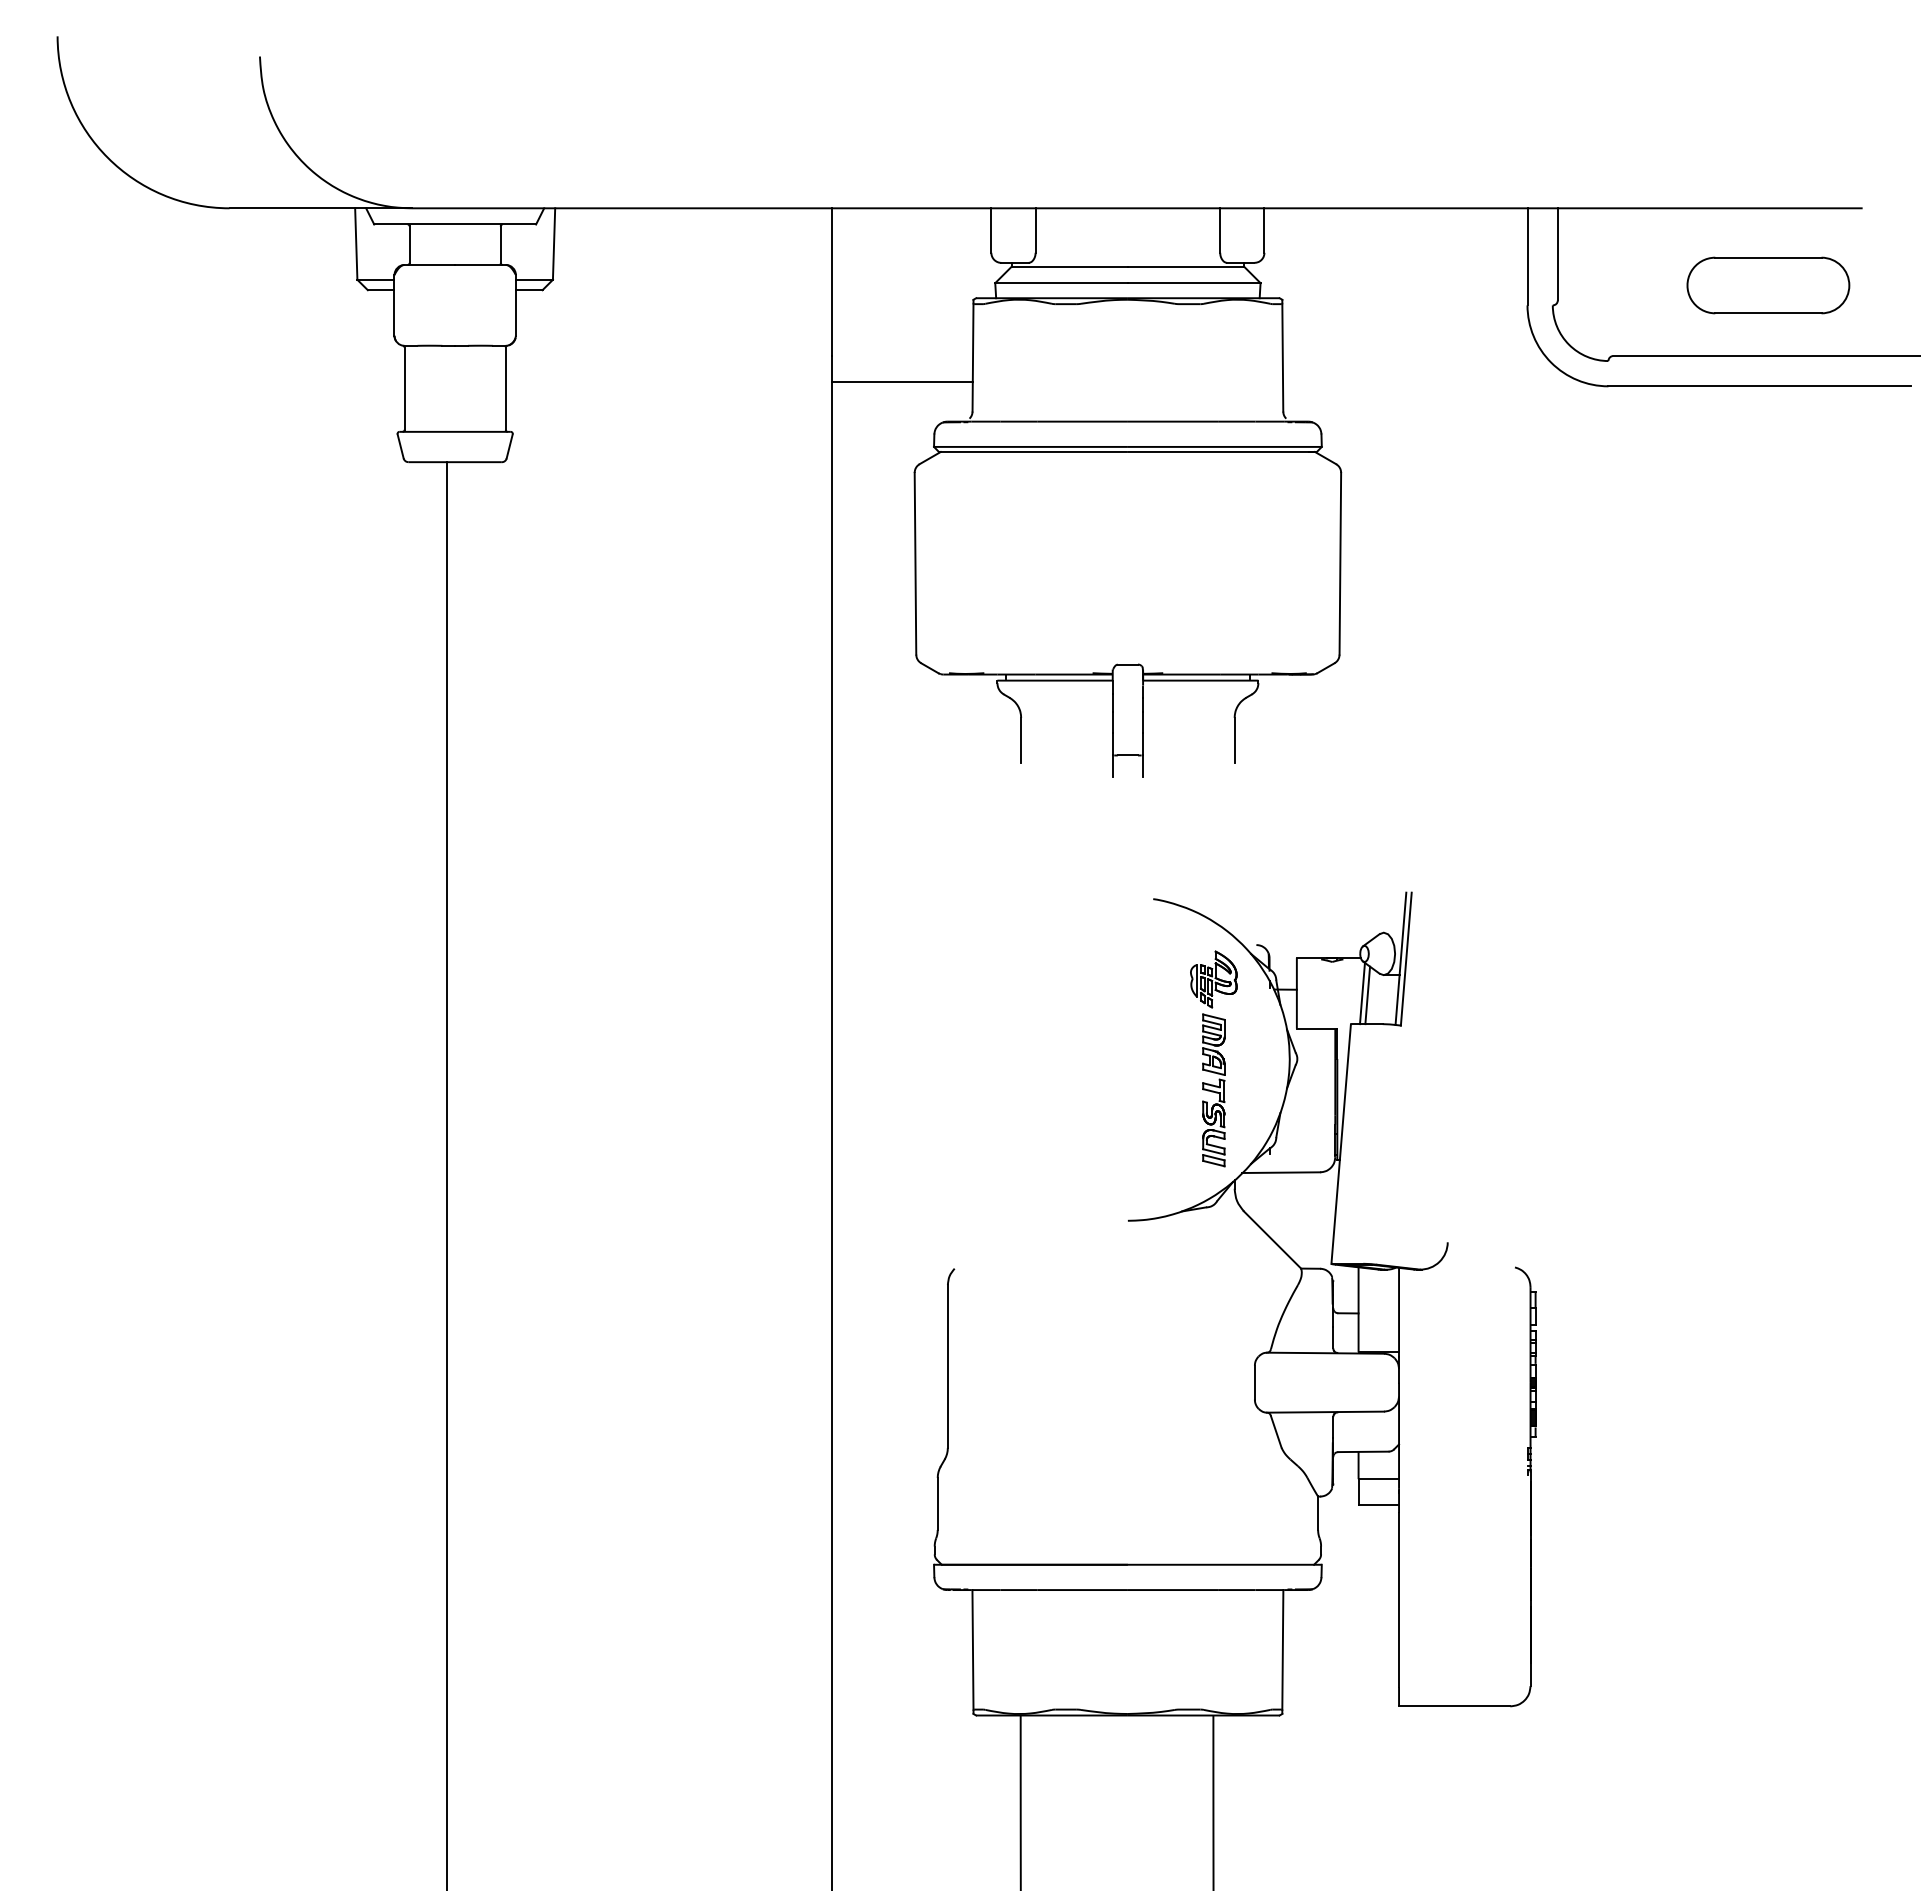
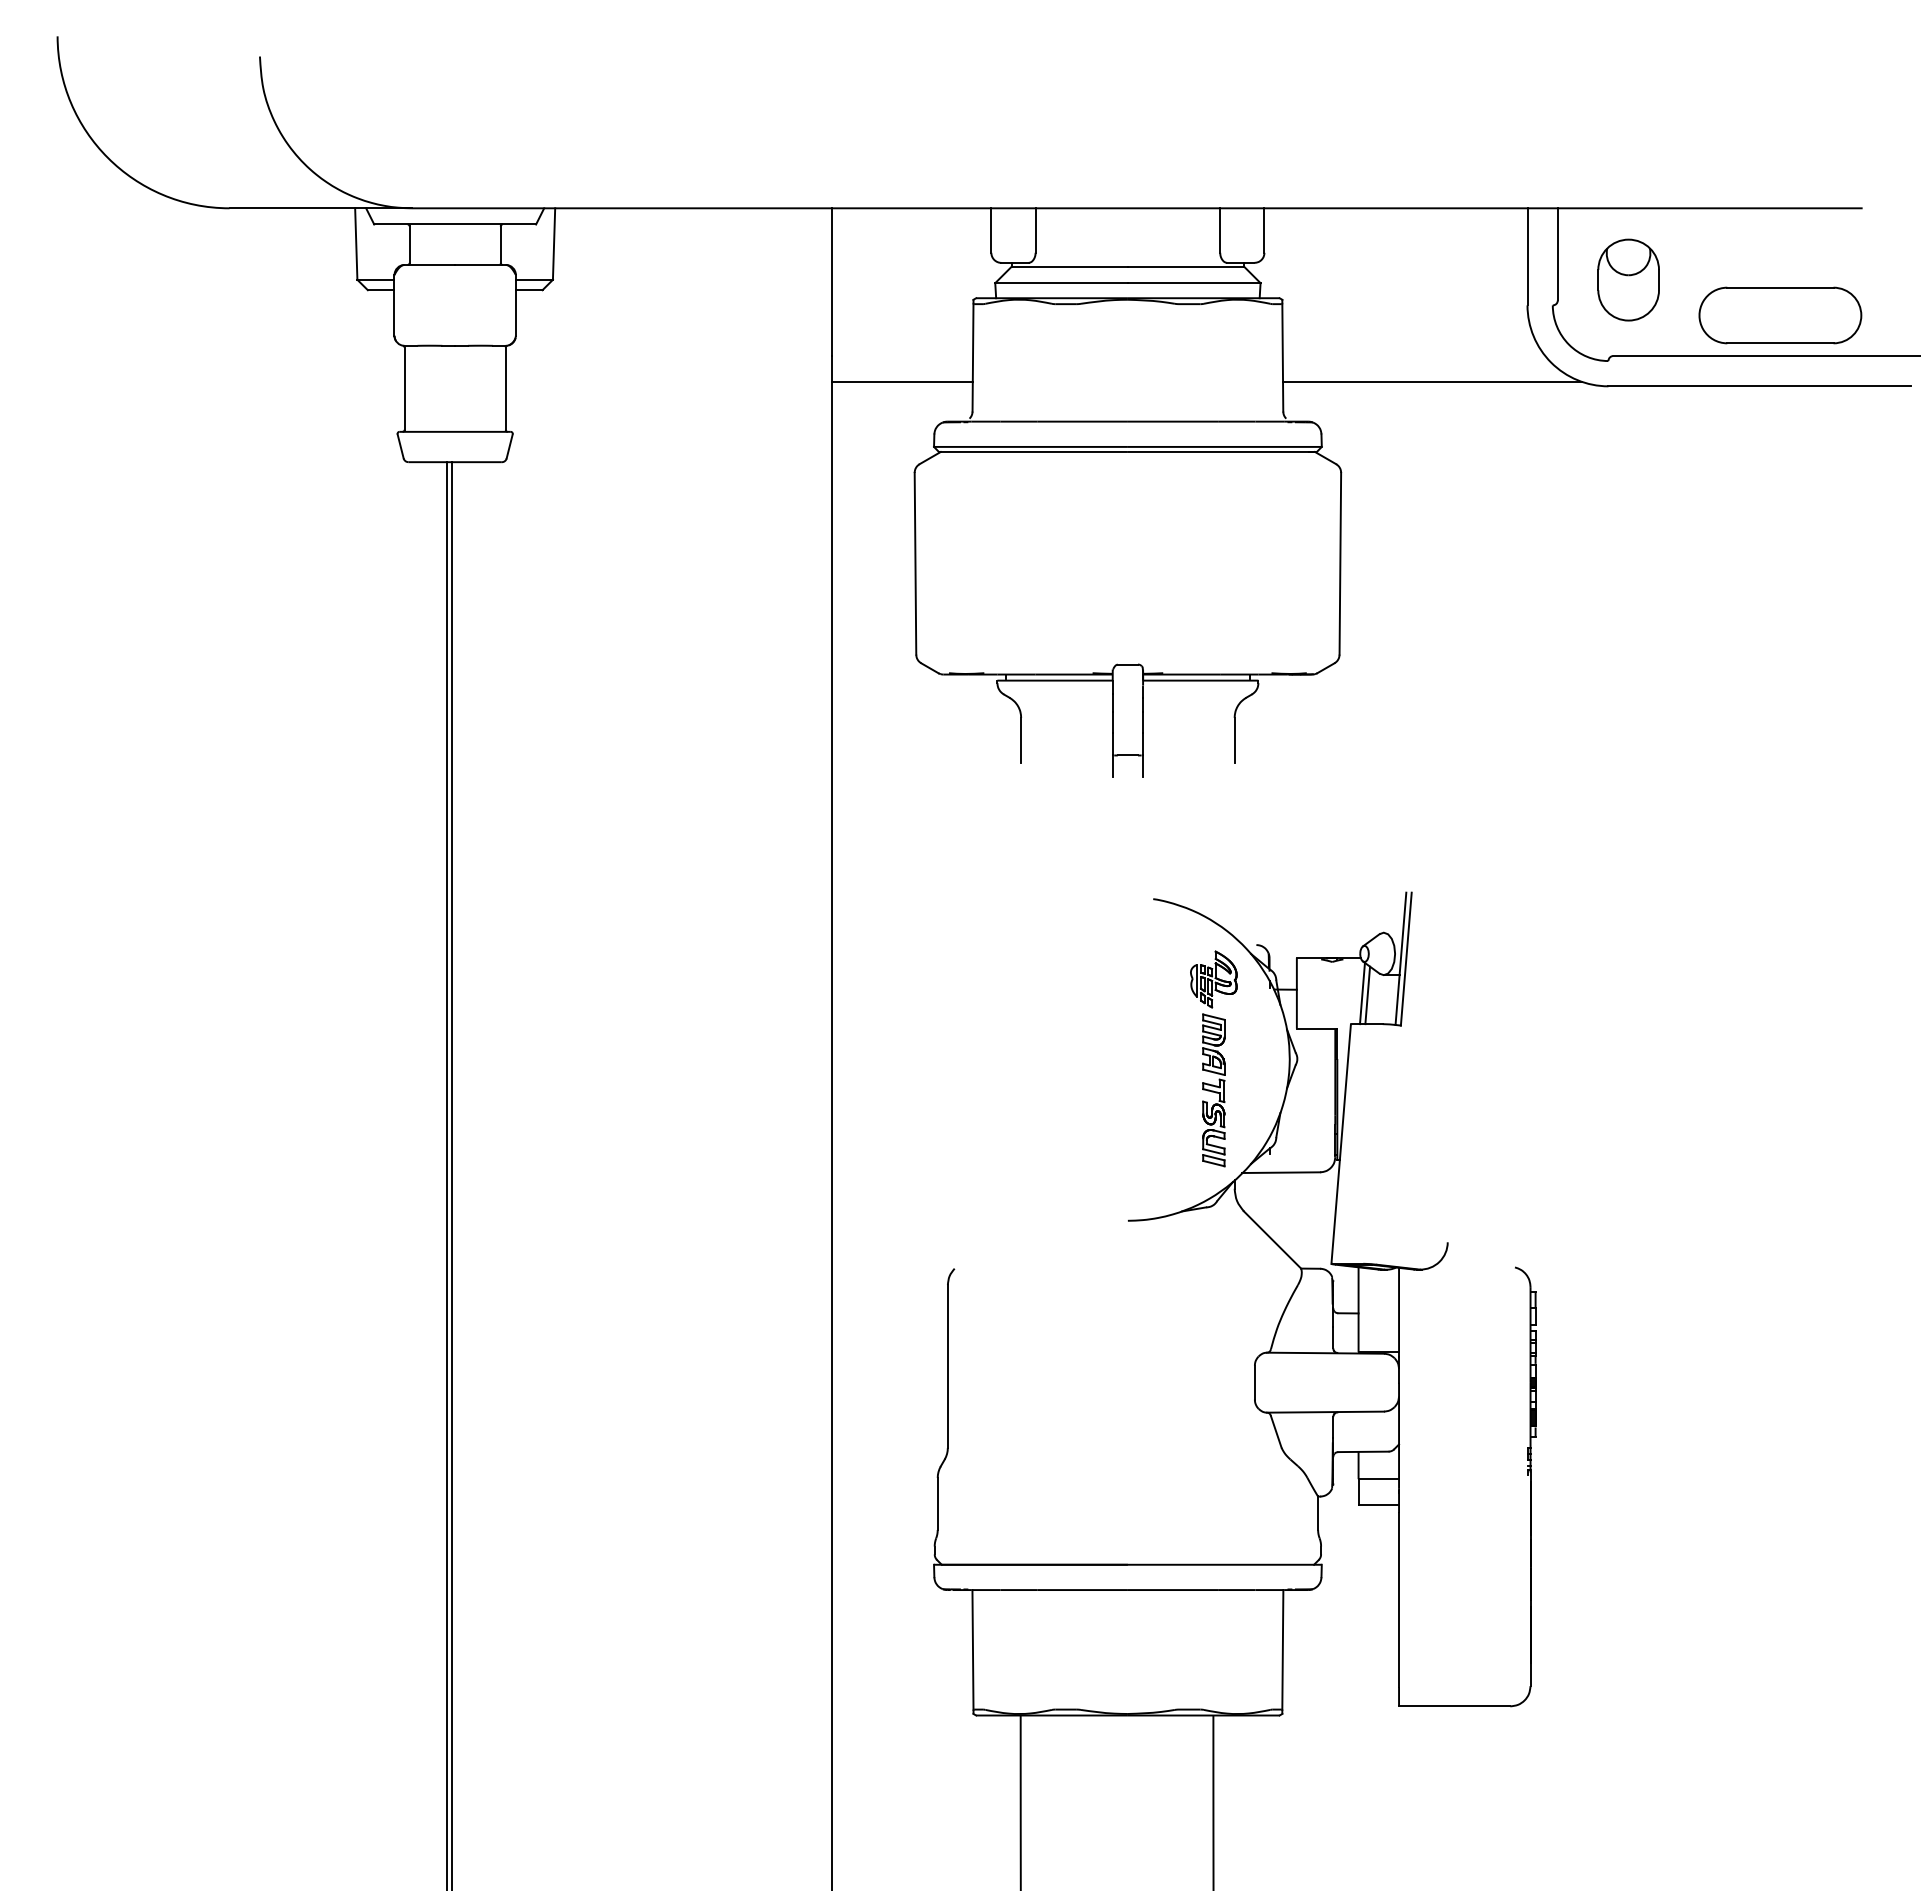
part at (1628, 279): none -> present
part at (1768, 285) position: (1768, 285) -> (1780, 315)
line at (1432, 381): none -> present
line at (451, 1174): none -> present
